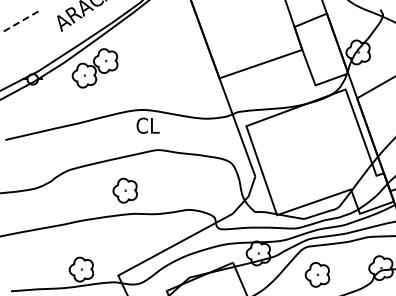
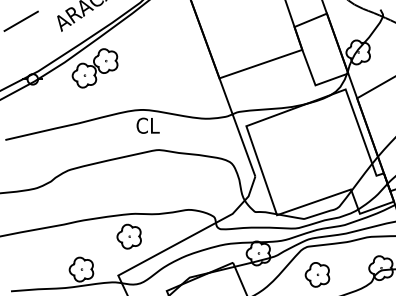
line at (21, 21): dashed -> solid
part at (124, 190) position: (124, 190) -> (128, 236)
